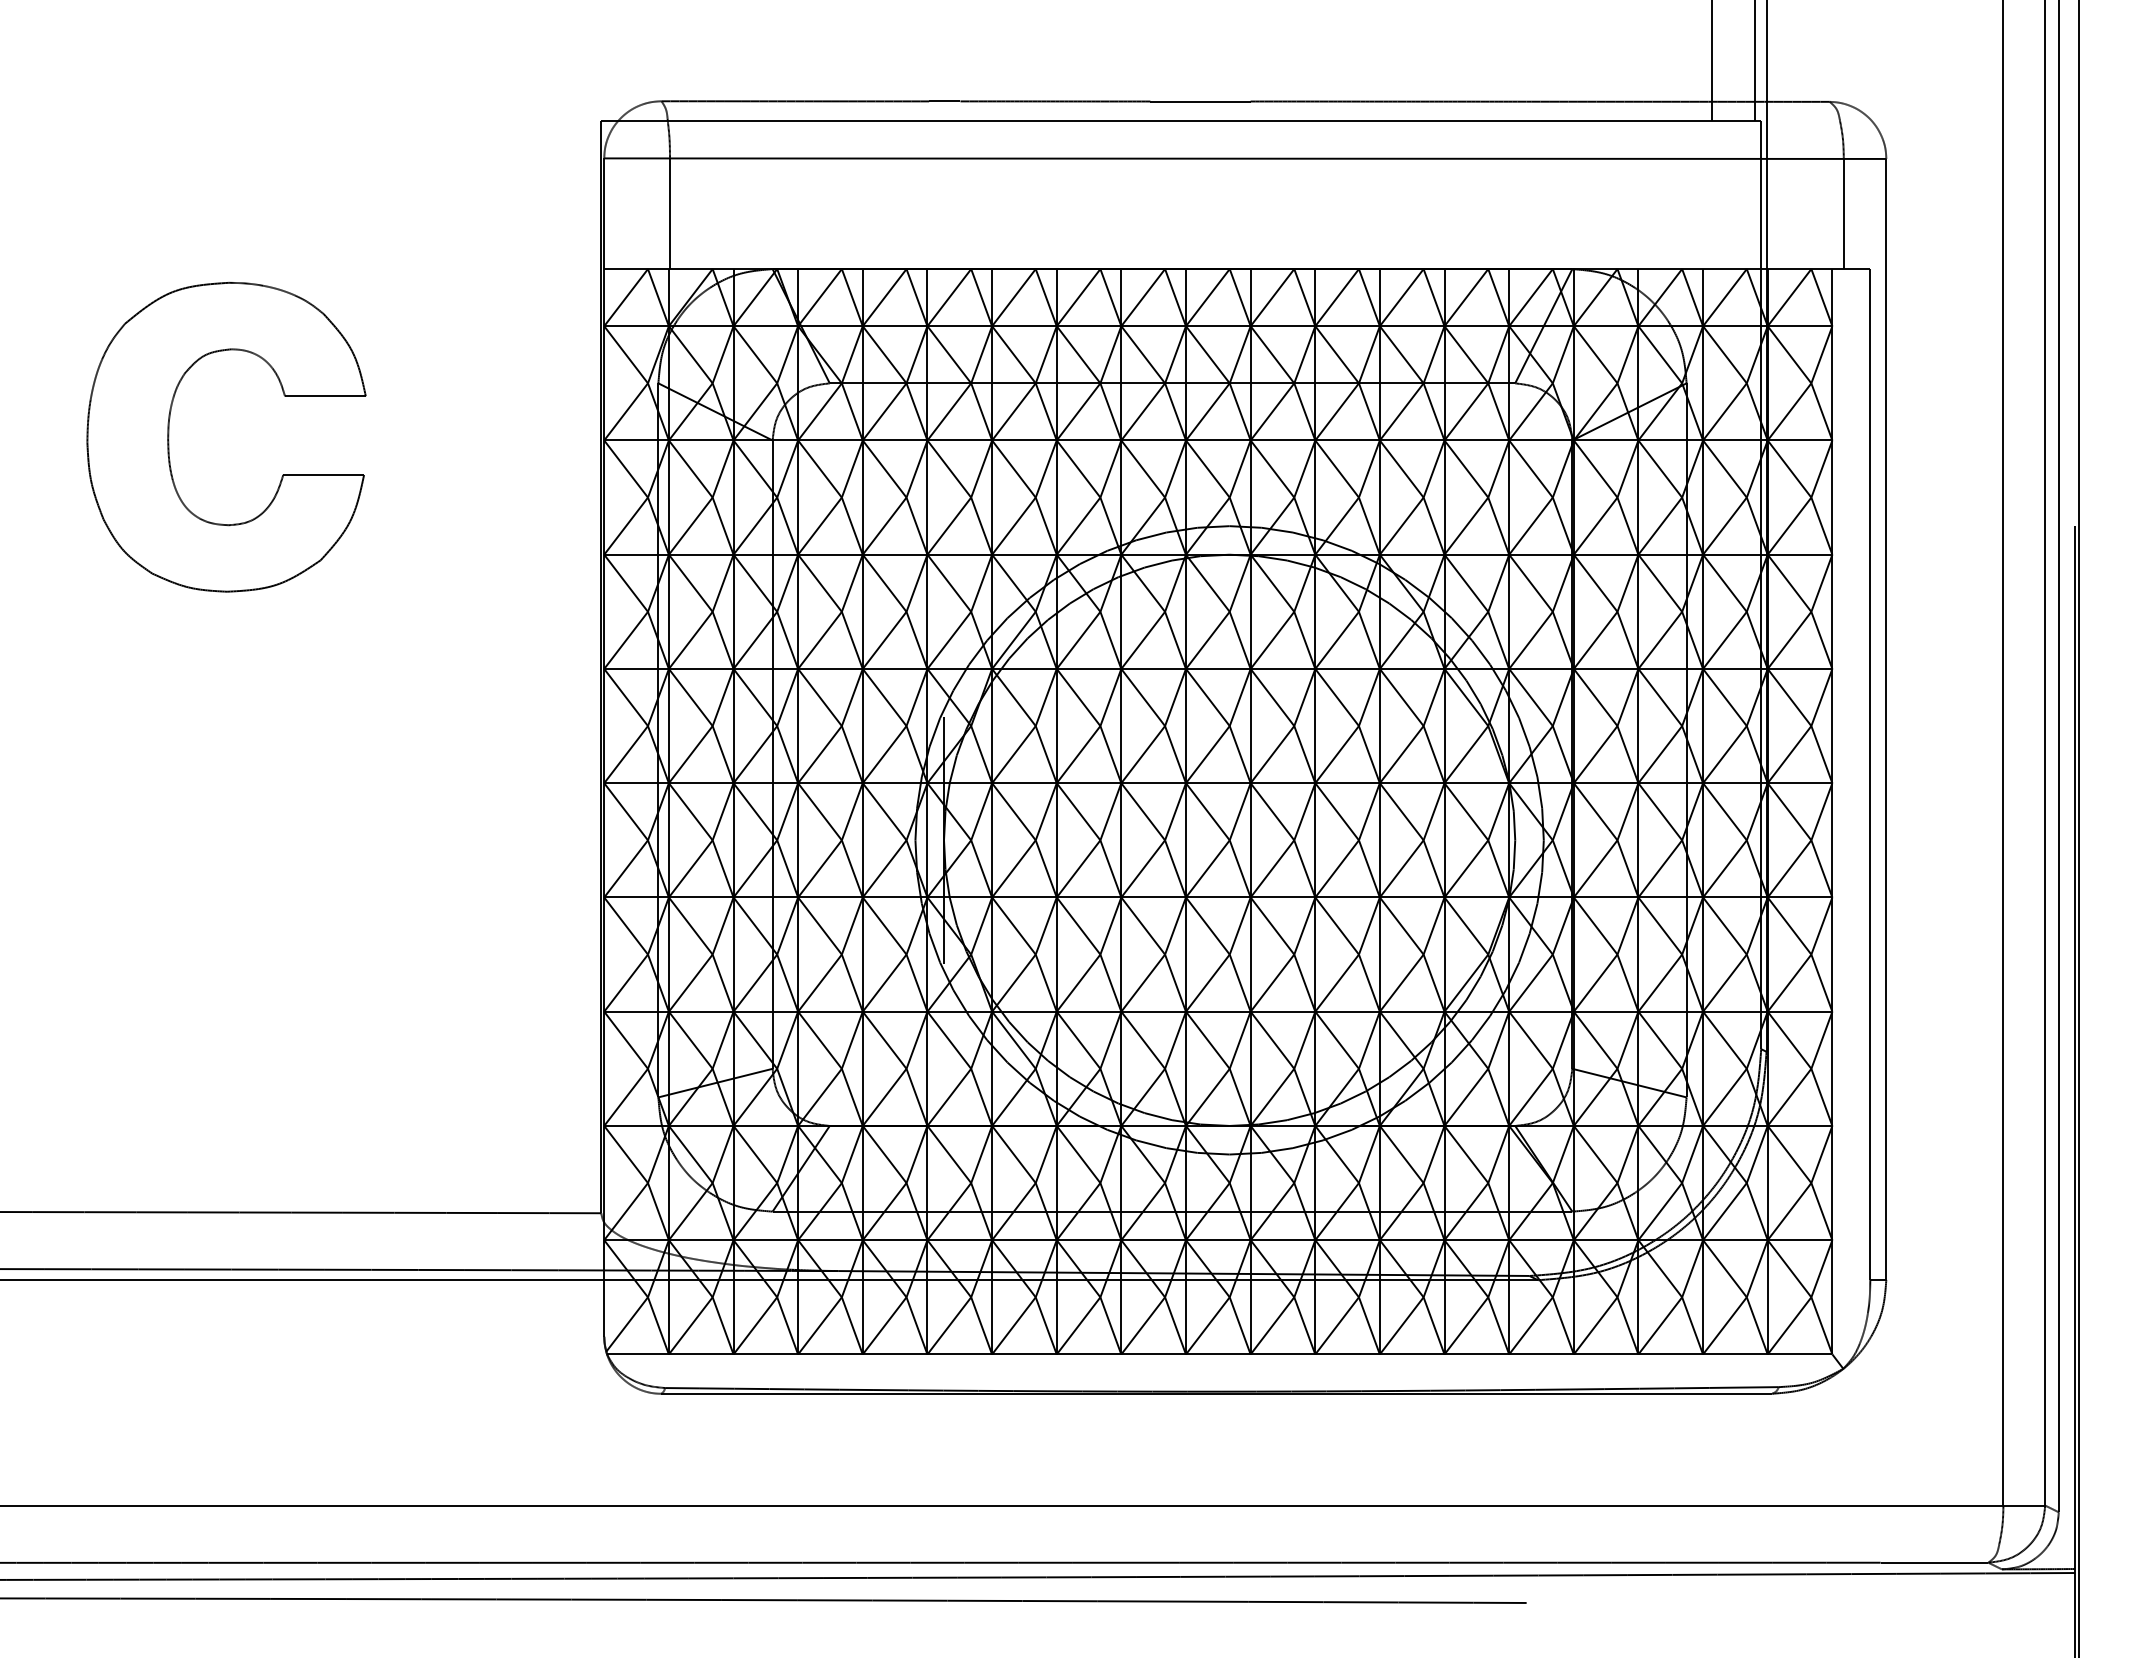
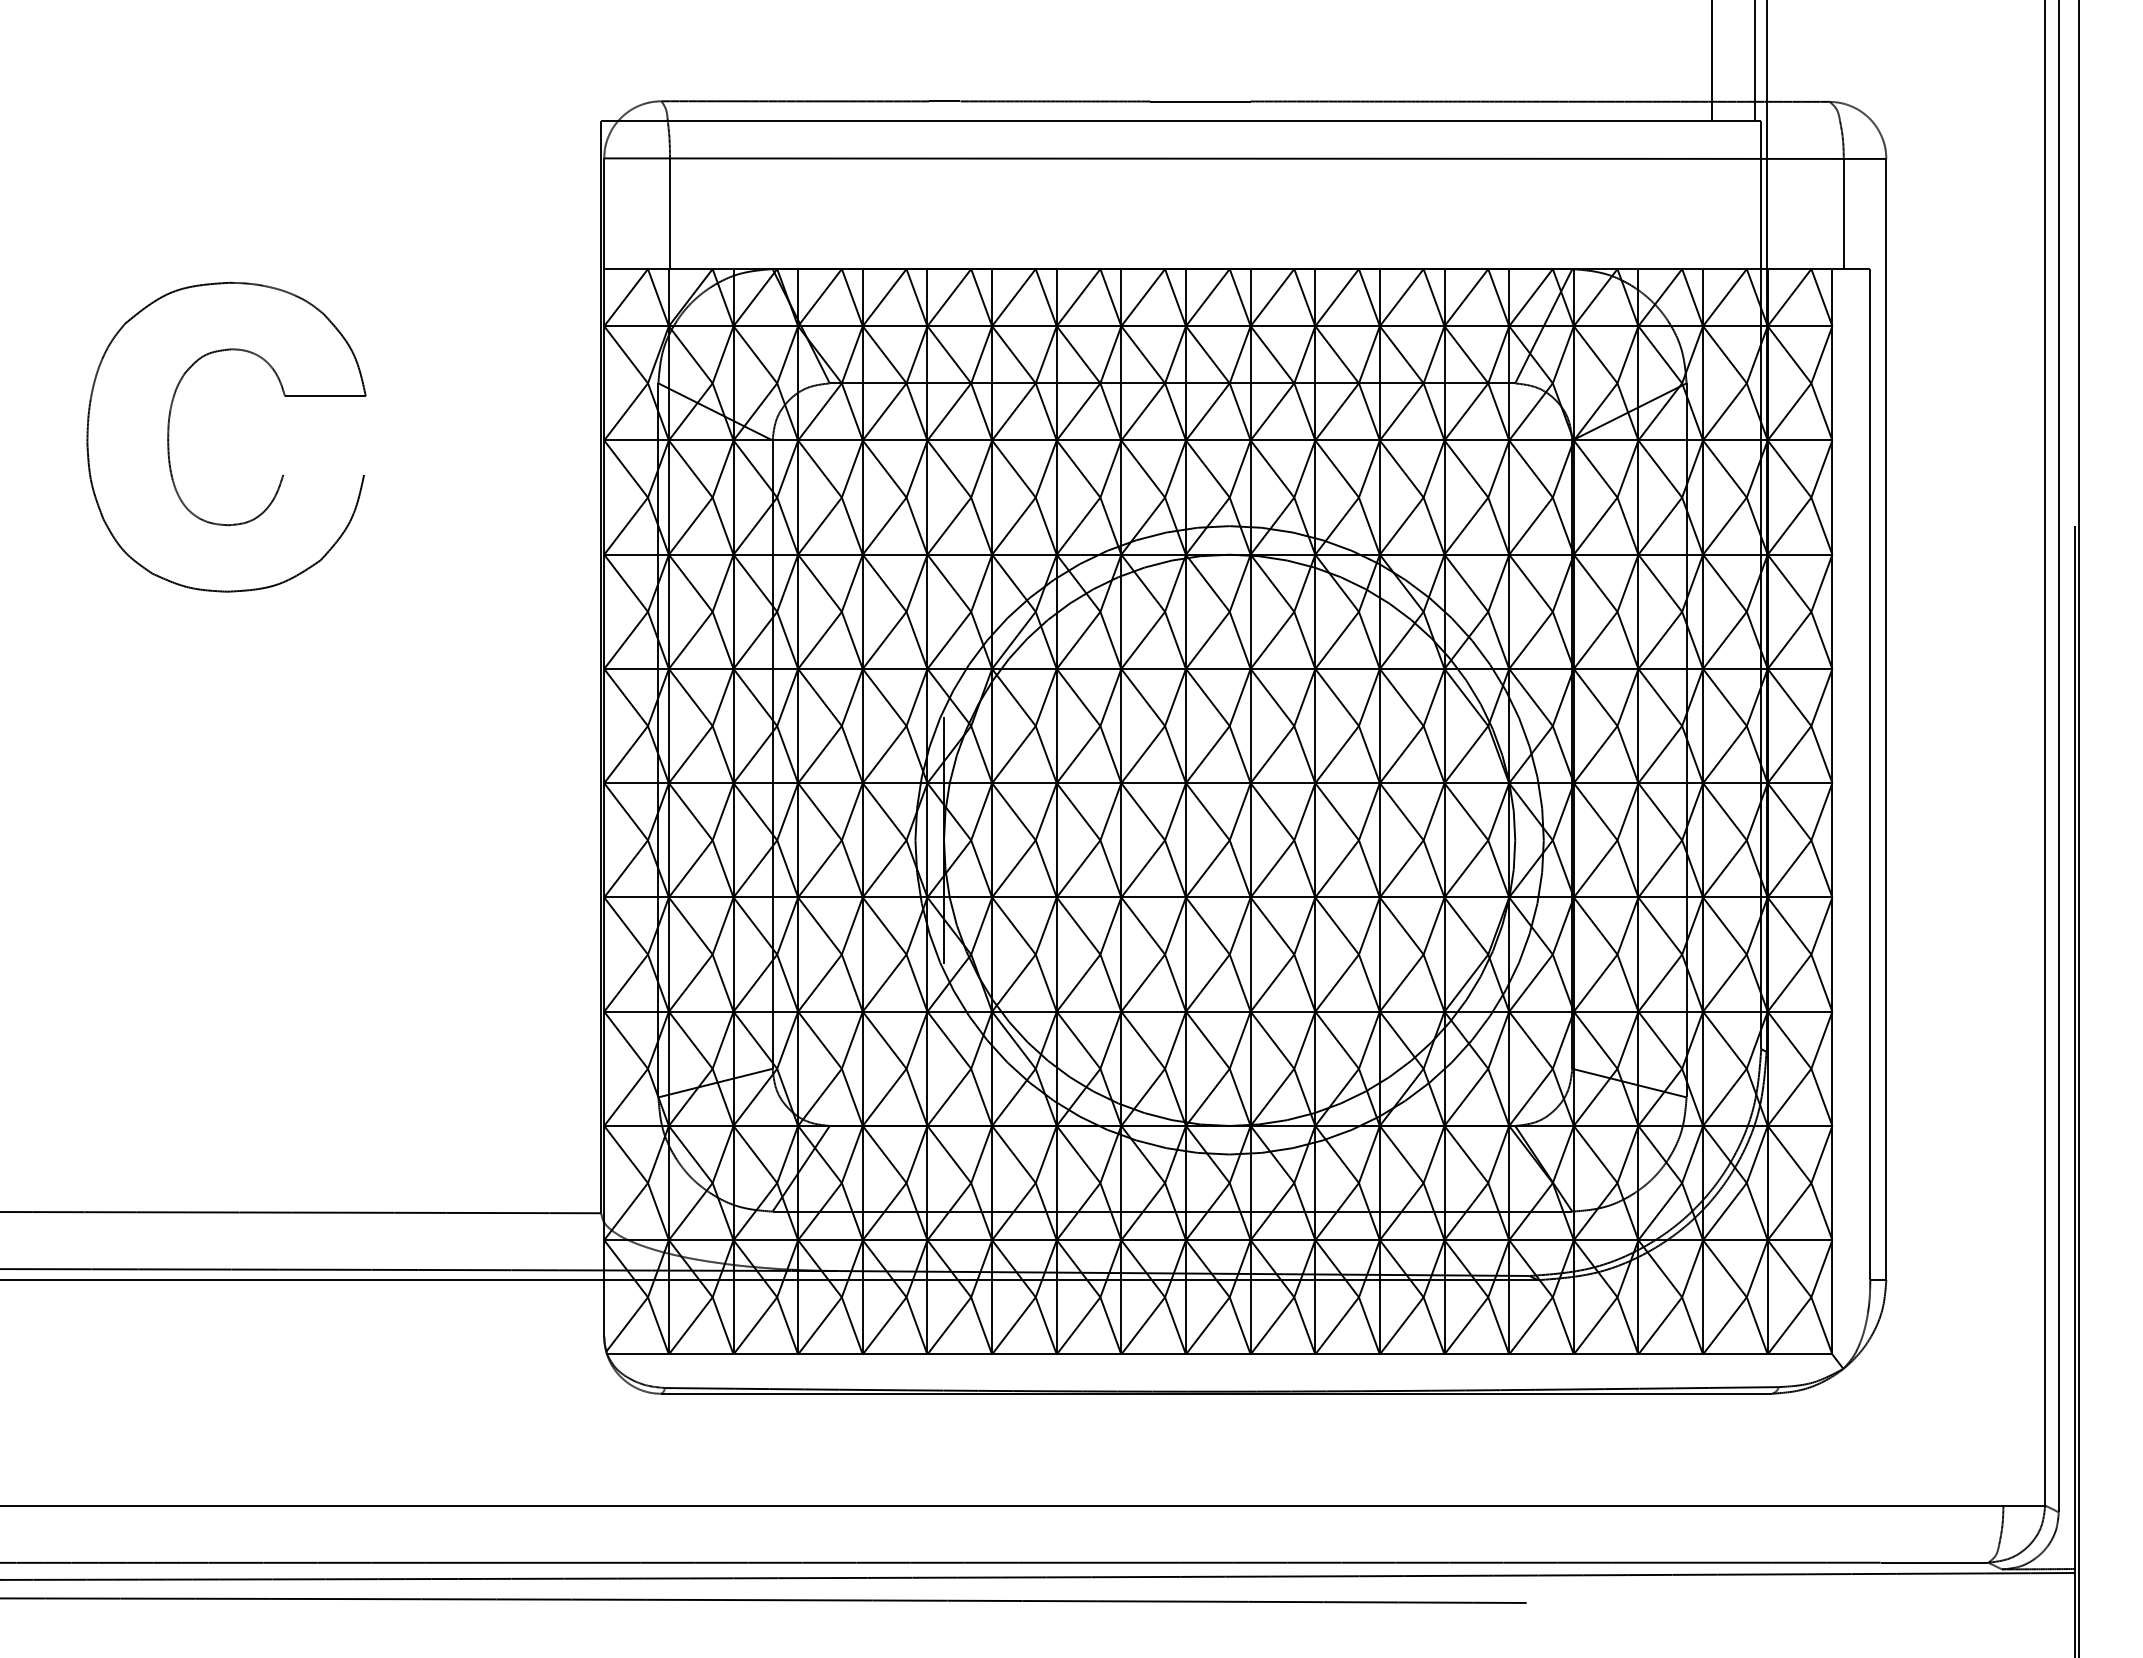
line at (323, 474): present -> none
line at (2003, 753): present -> none
